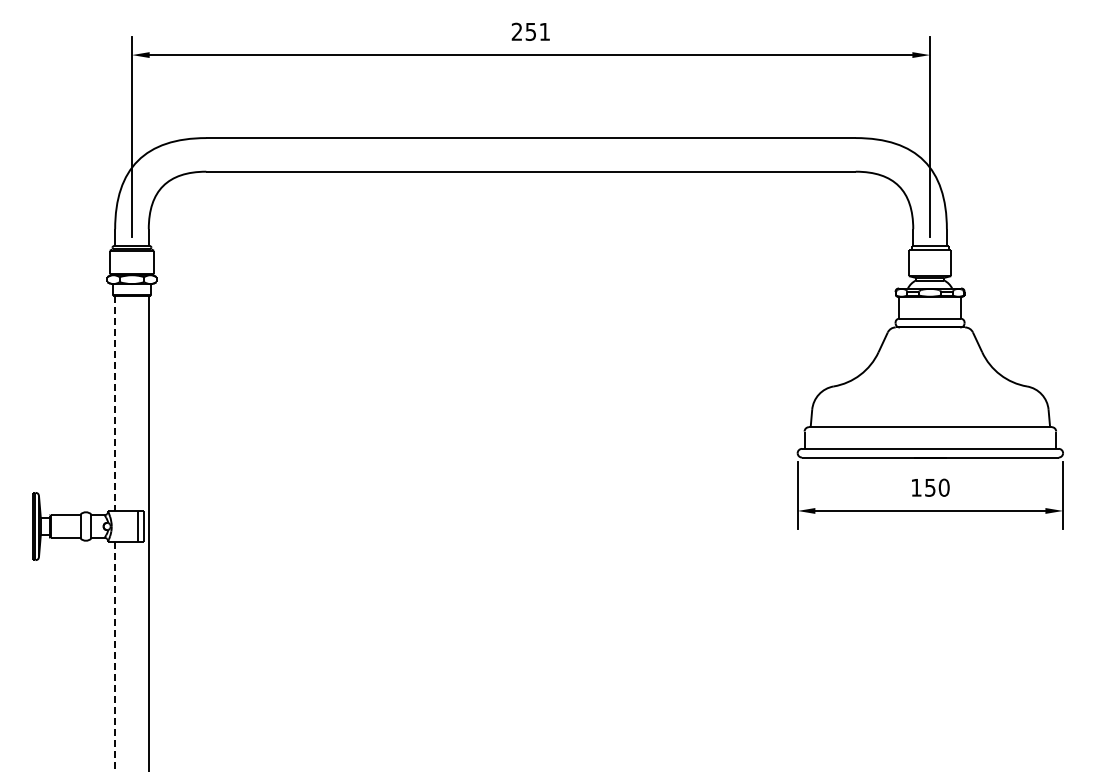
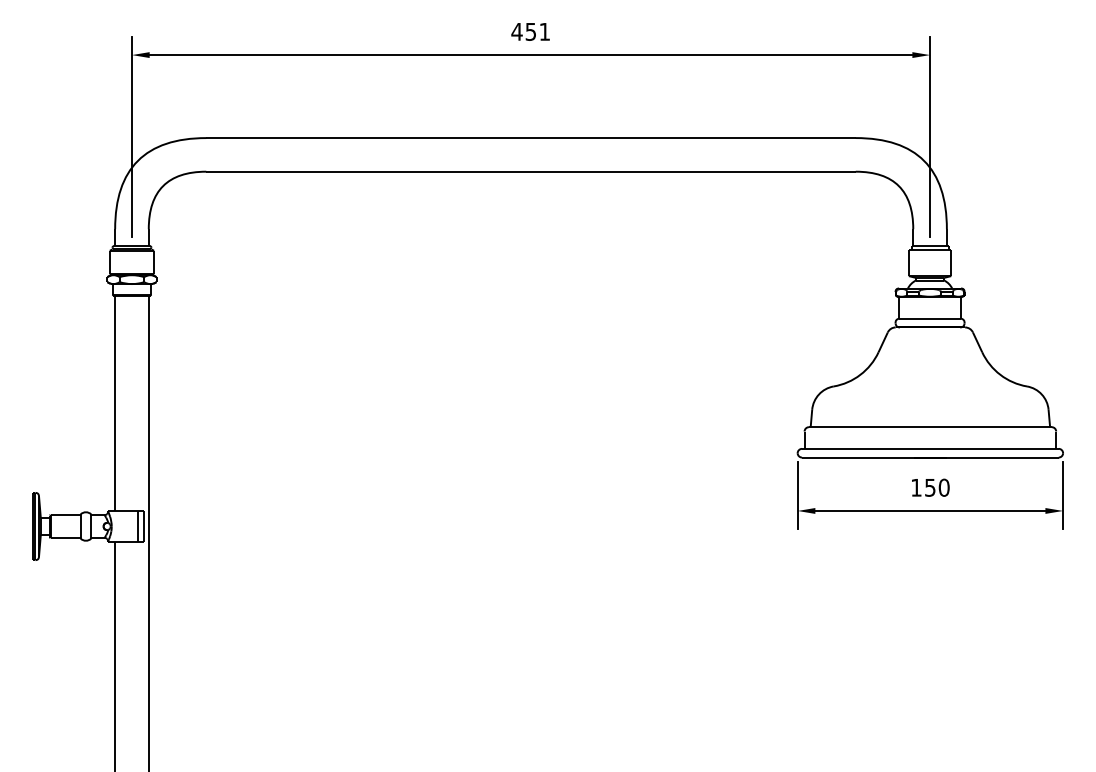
text at (516, 31): 251 -> 451
line at (115, 403): dashed -> solid
line at (115, 656): dashed -> solid
